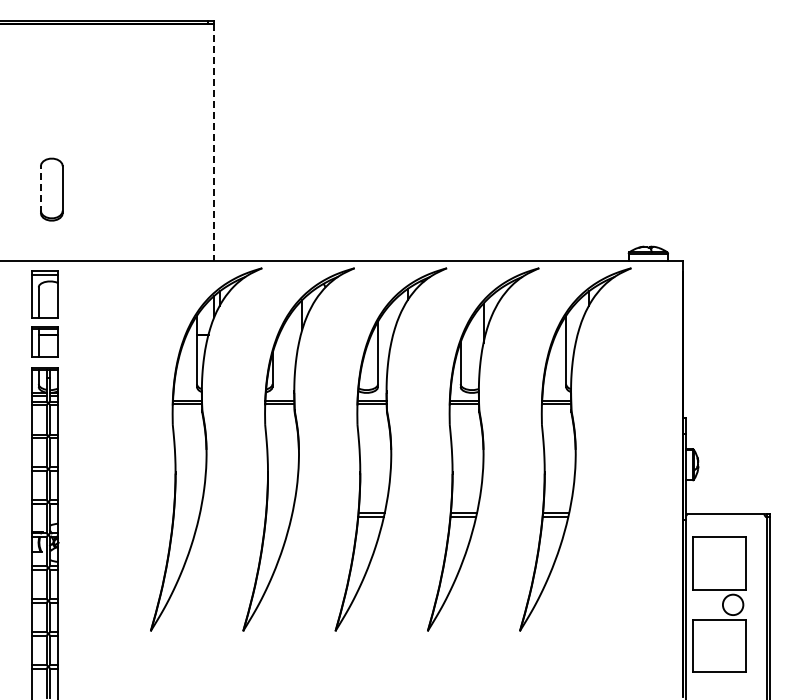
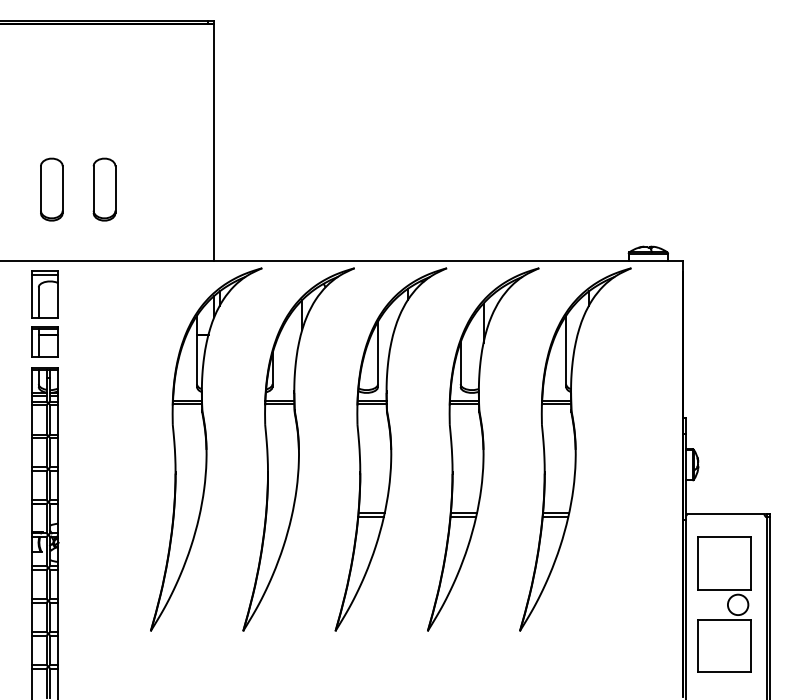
line at (214, 142): dashed -> solid
line at (40, 189): dashed -> solid
part at (104, 189): none -> present
part at (719, 604) position: (719, 604) -> (724, 604)
